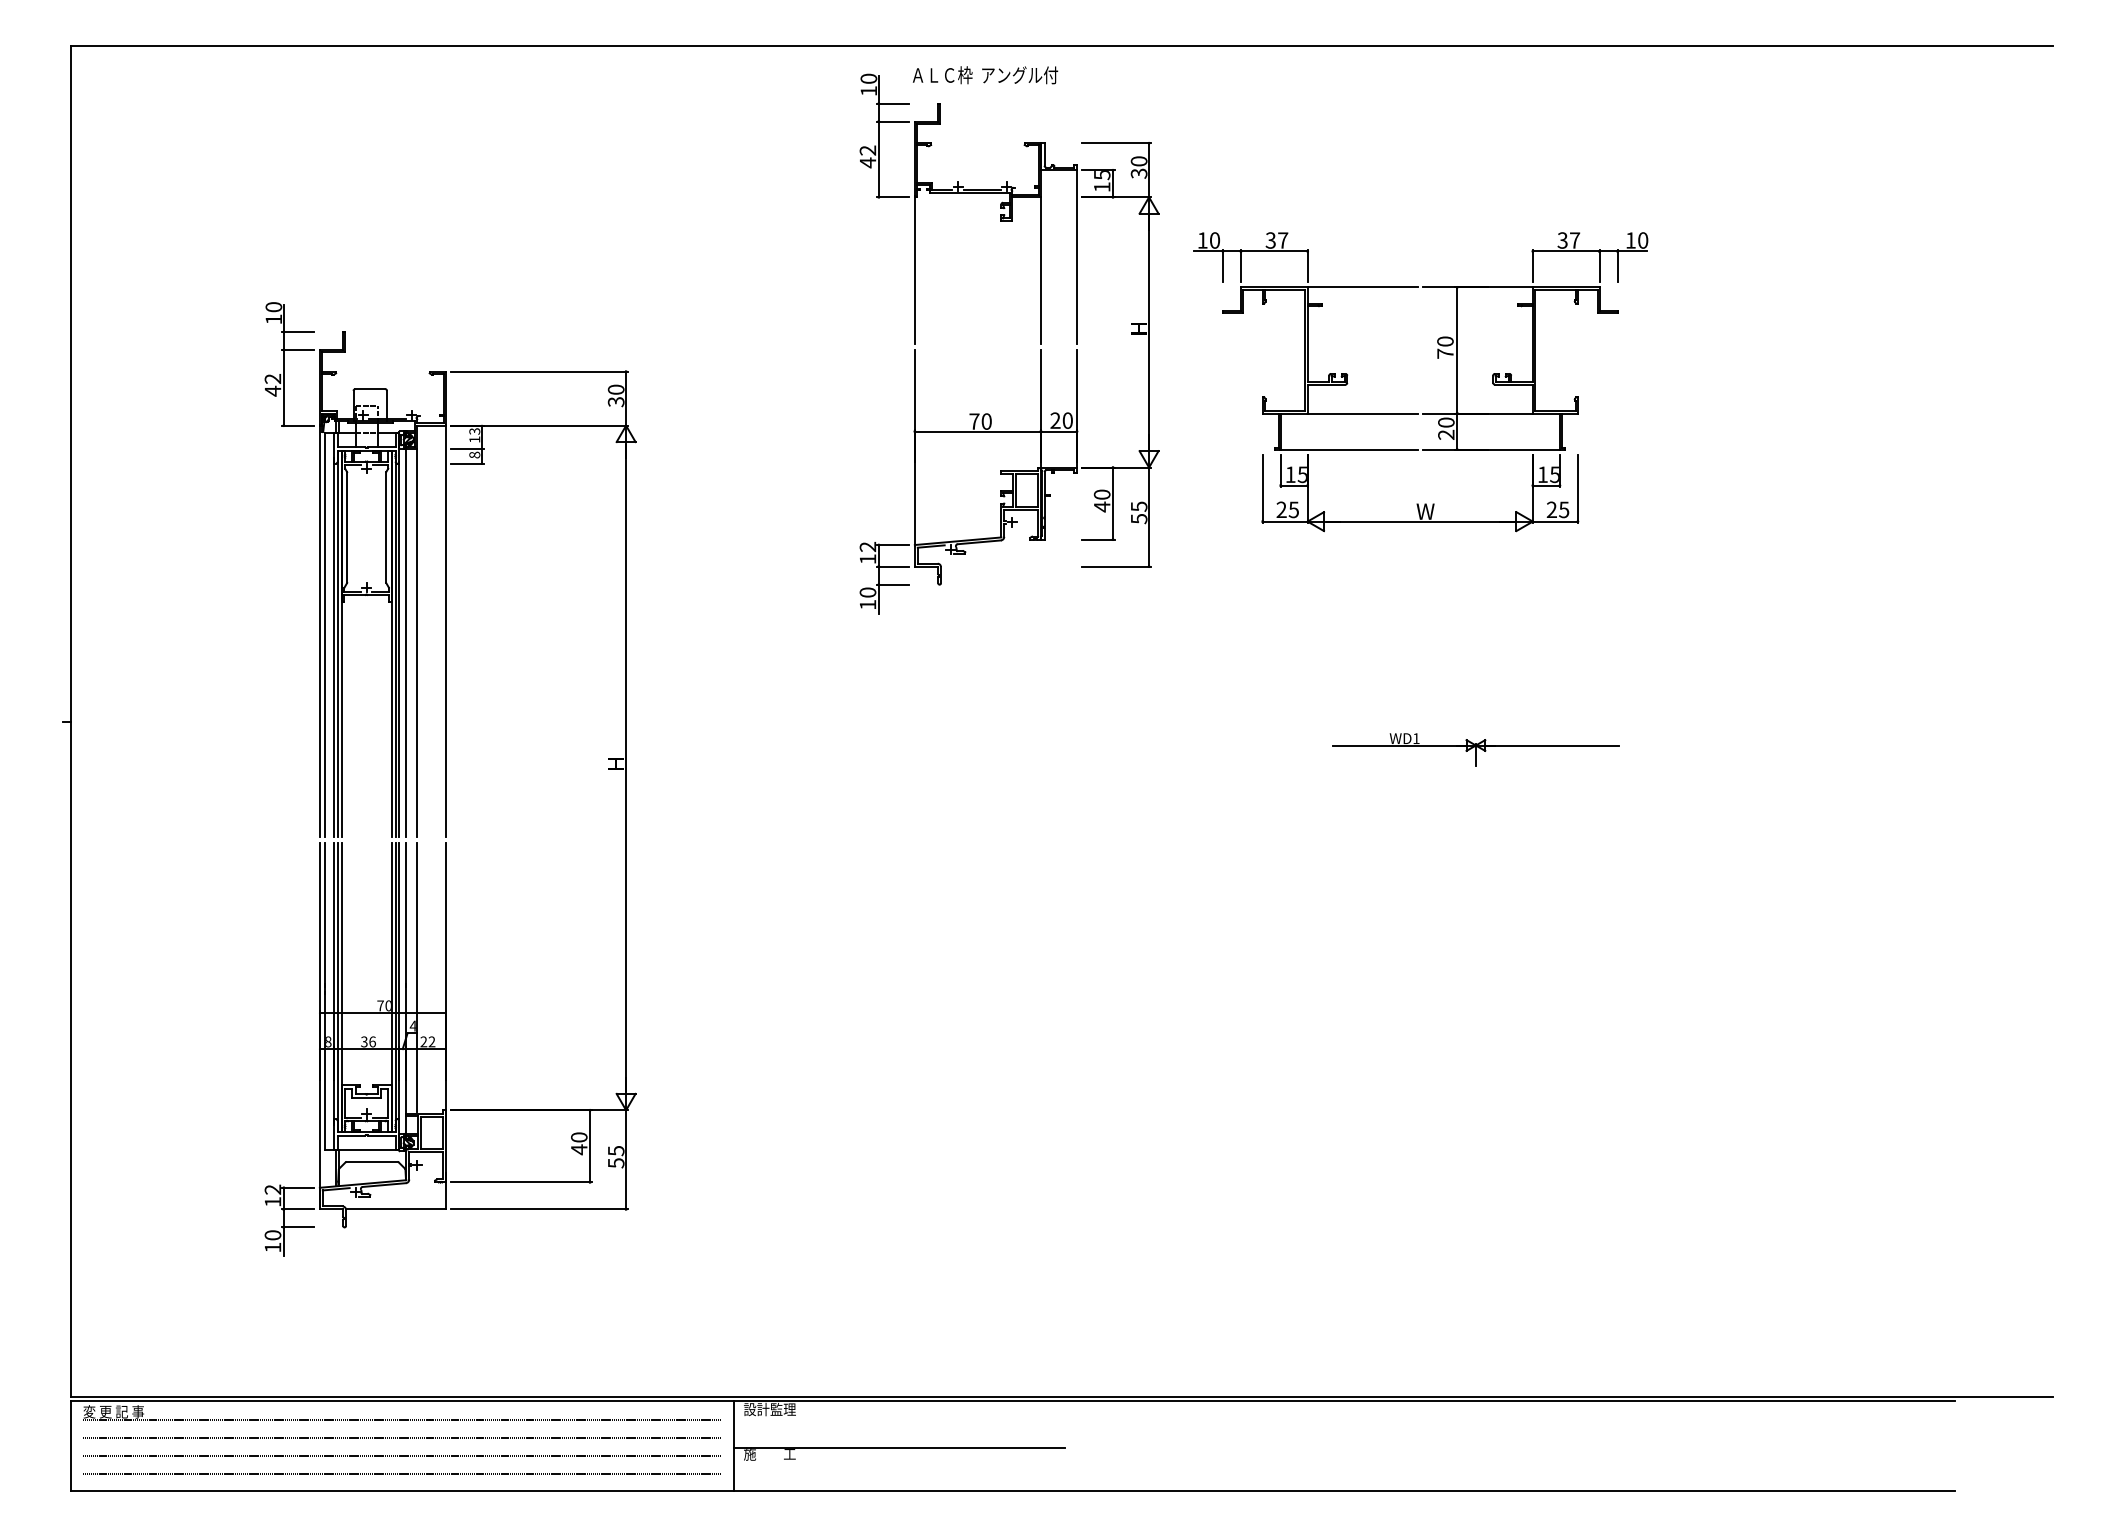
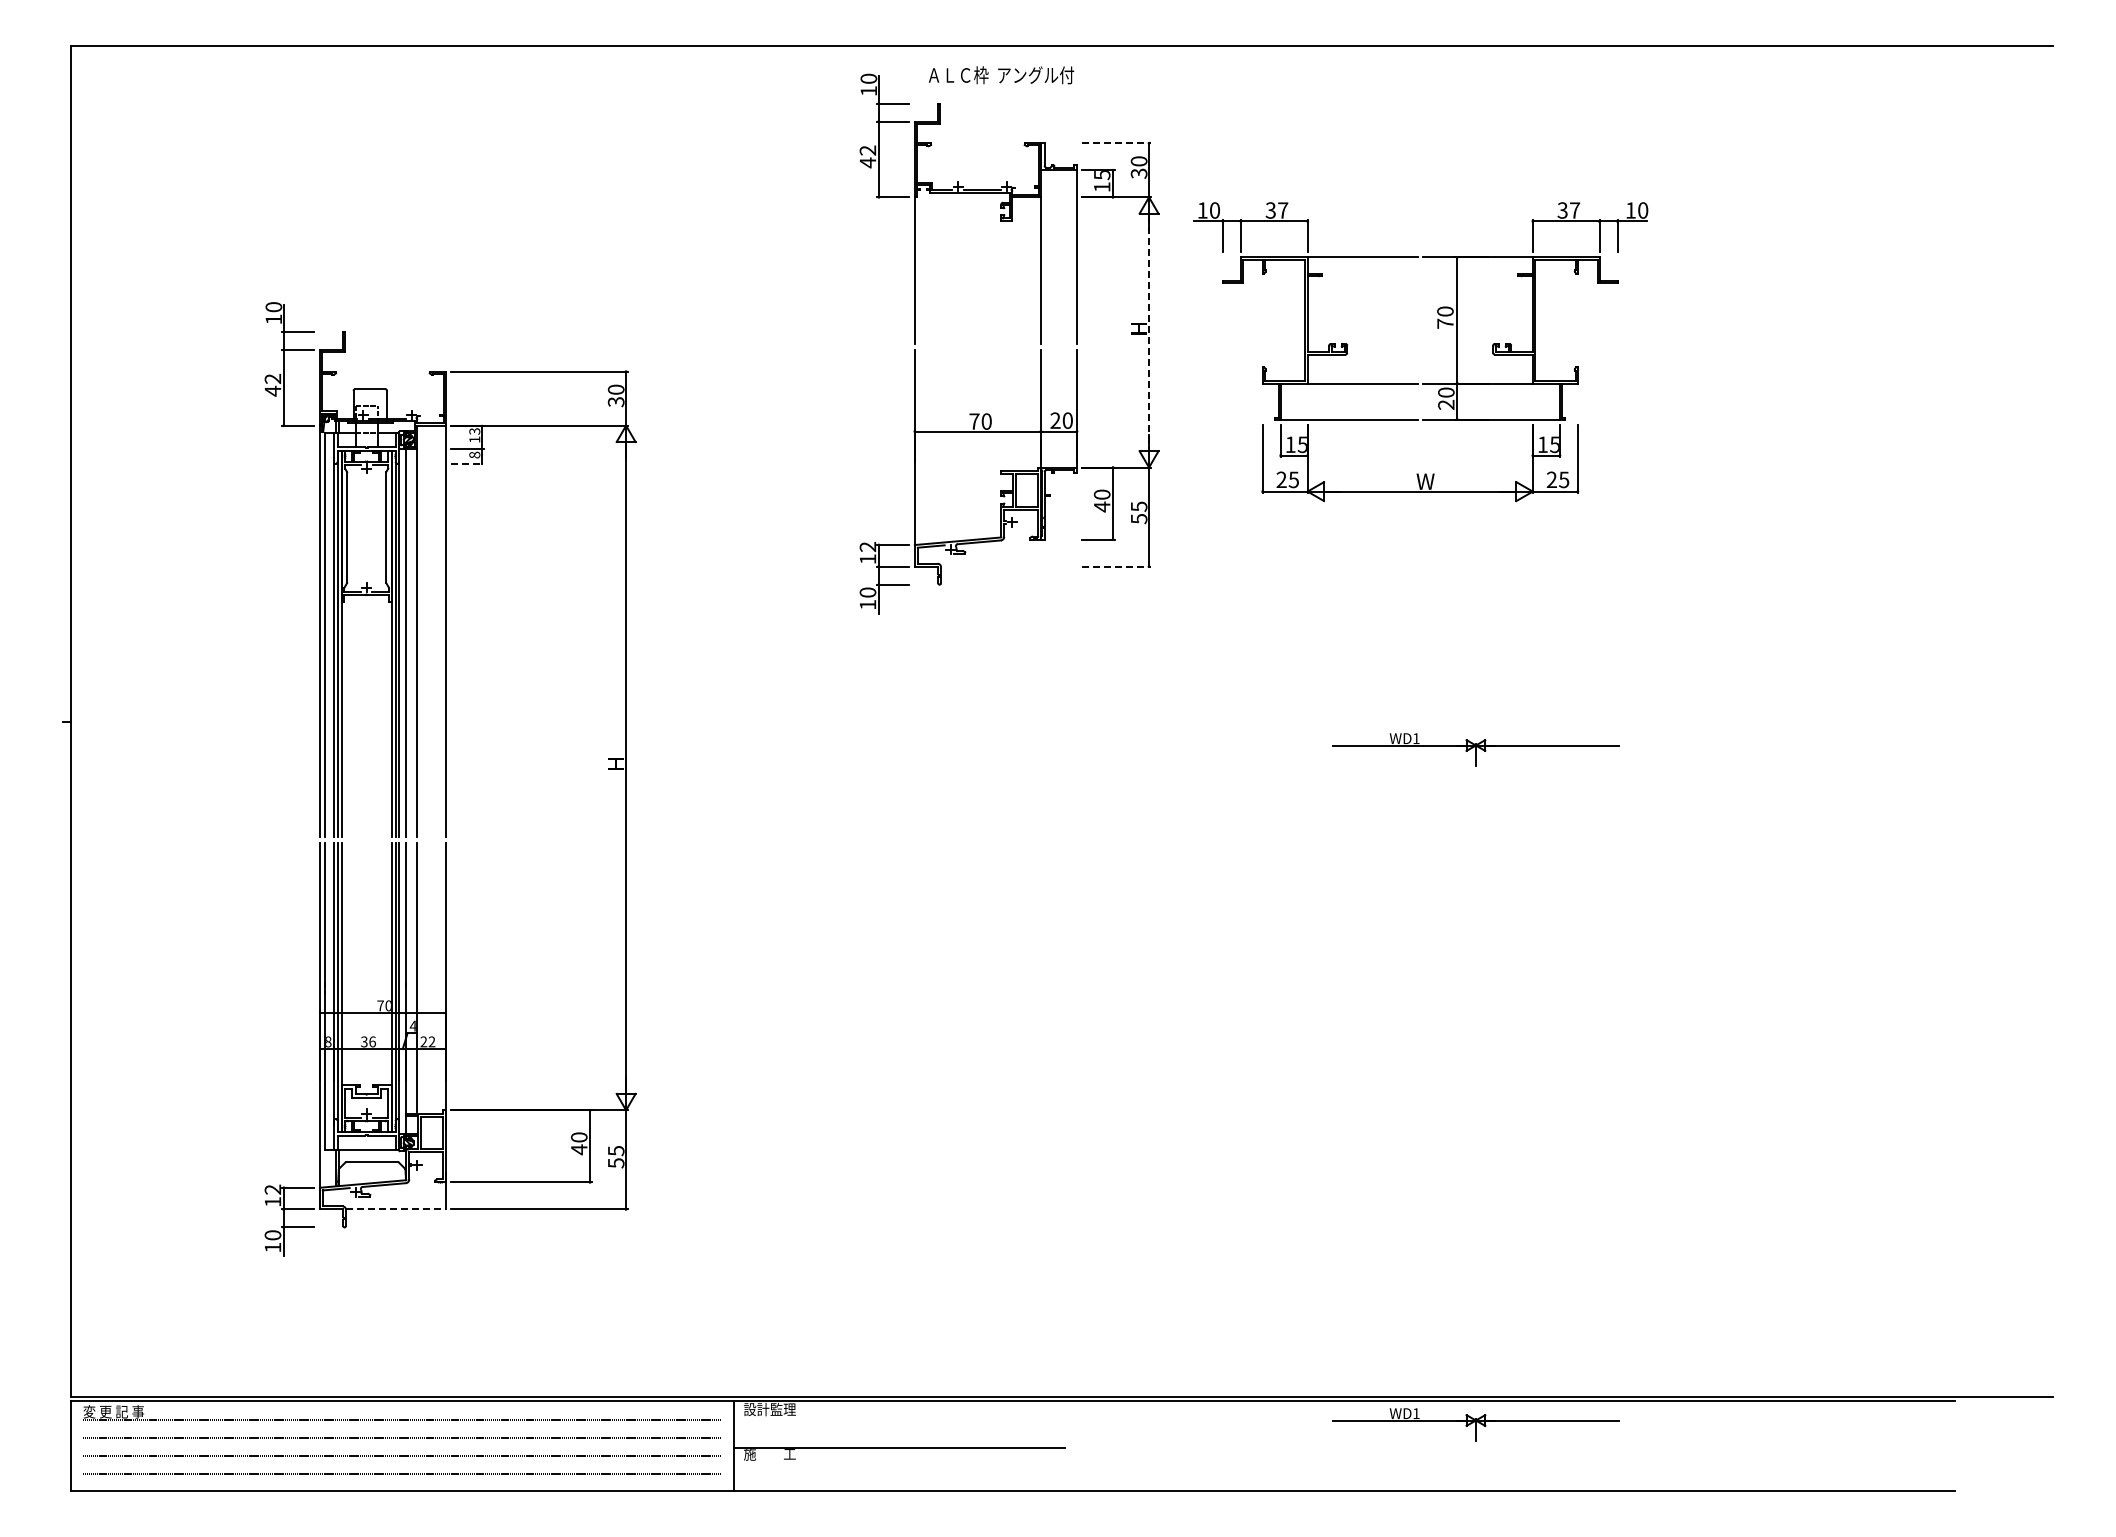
text at (985, 75) position: (985, 75) -> (1001, 75)
line at (1117, 143): solid -> dashed
line at (1149, 332): solid -> dashed
part at (1437, 358) position: (1437, 358) -> (1437, 328)
line at (468, 463): solid -> dashed
line at (1117, 566): solid -> dashed
line at (396, 1209): solid -> dashed
part at (1475, 1424): none -> present
